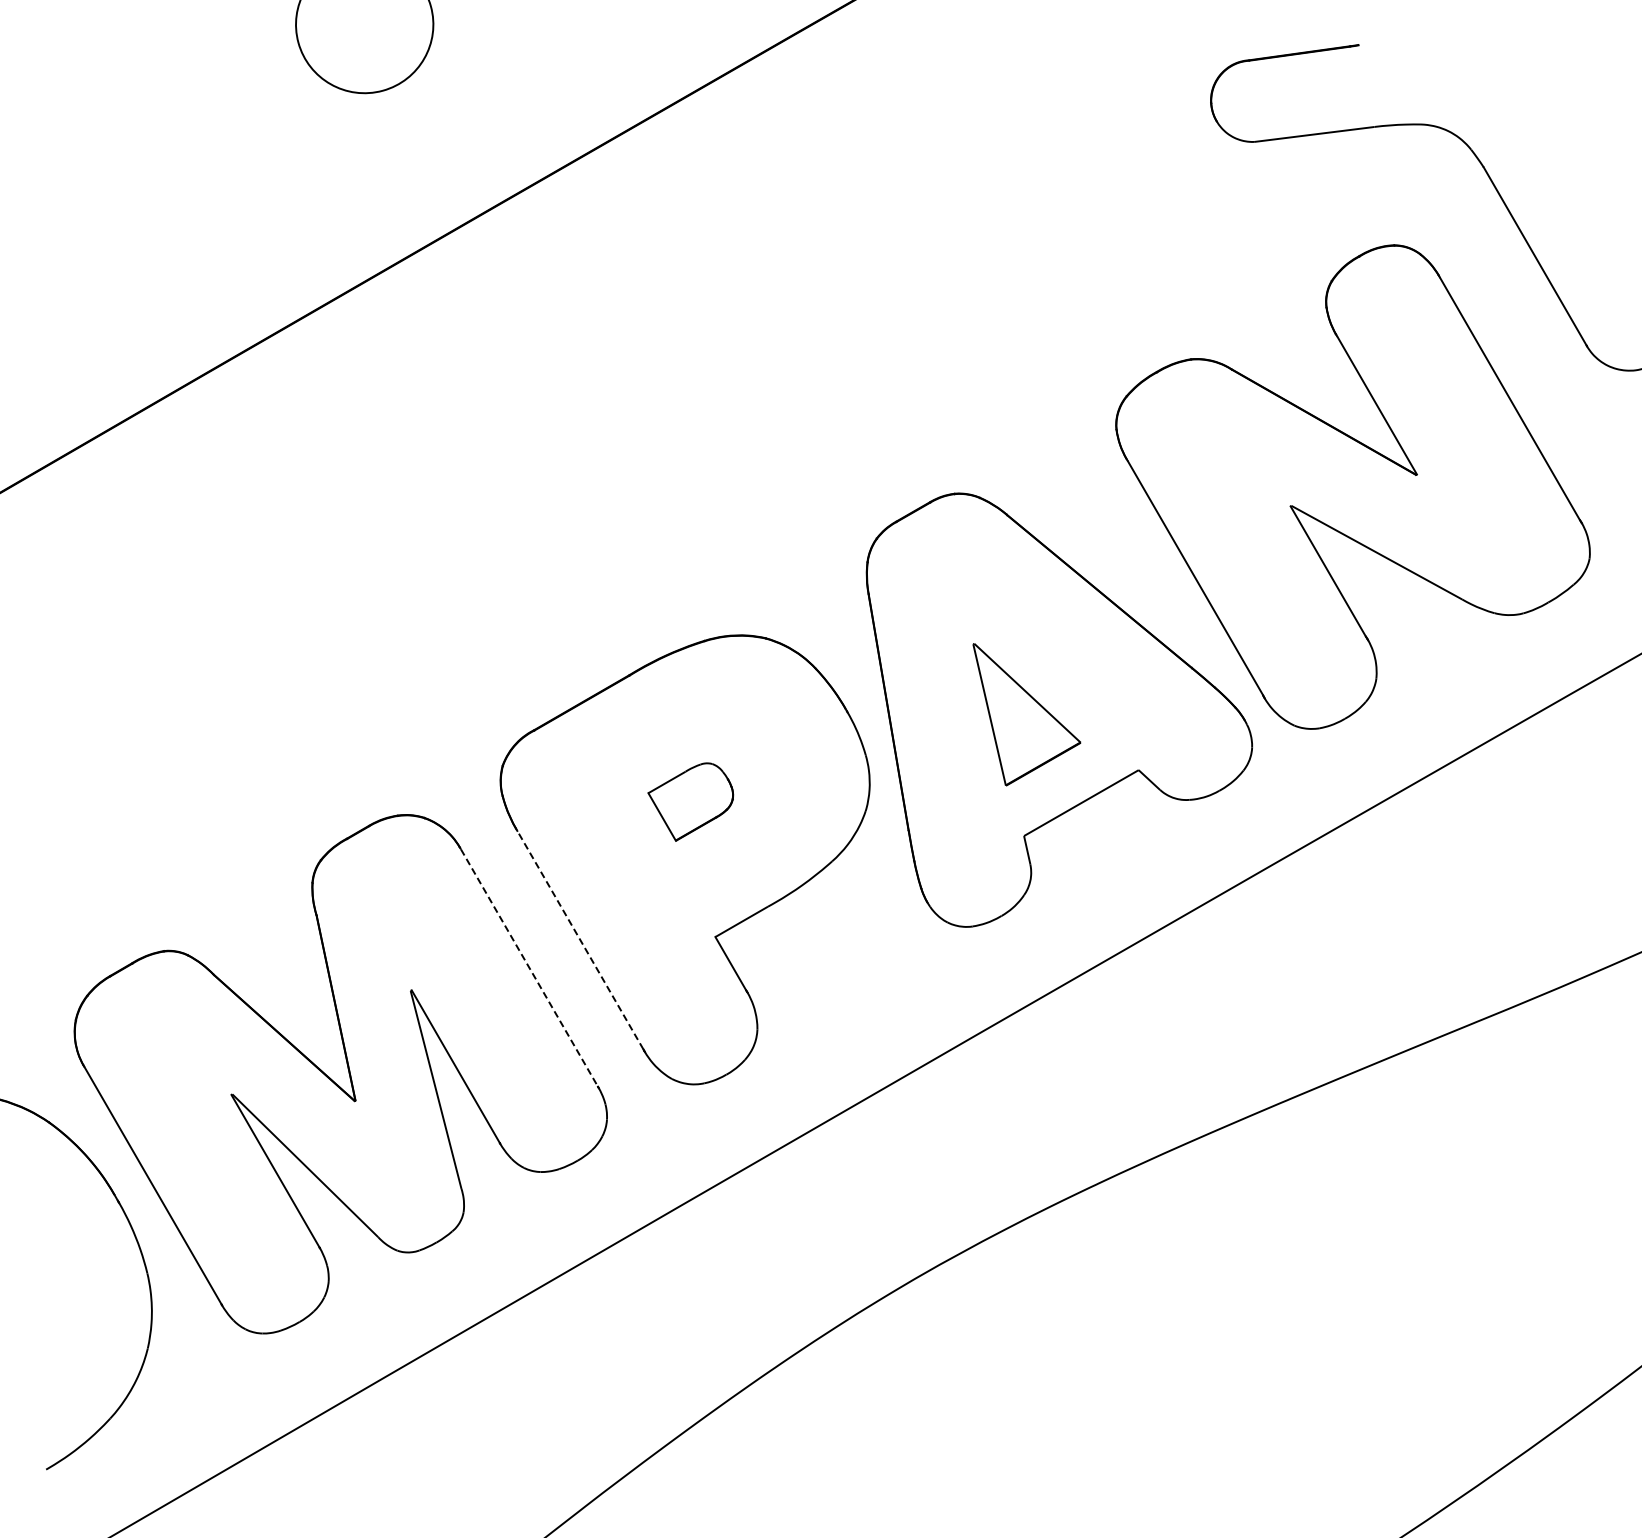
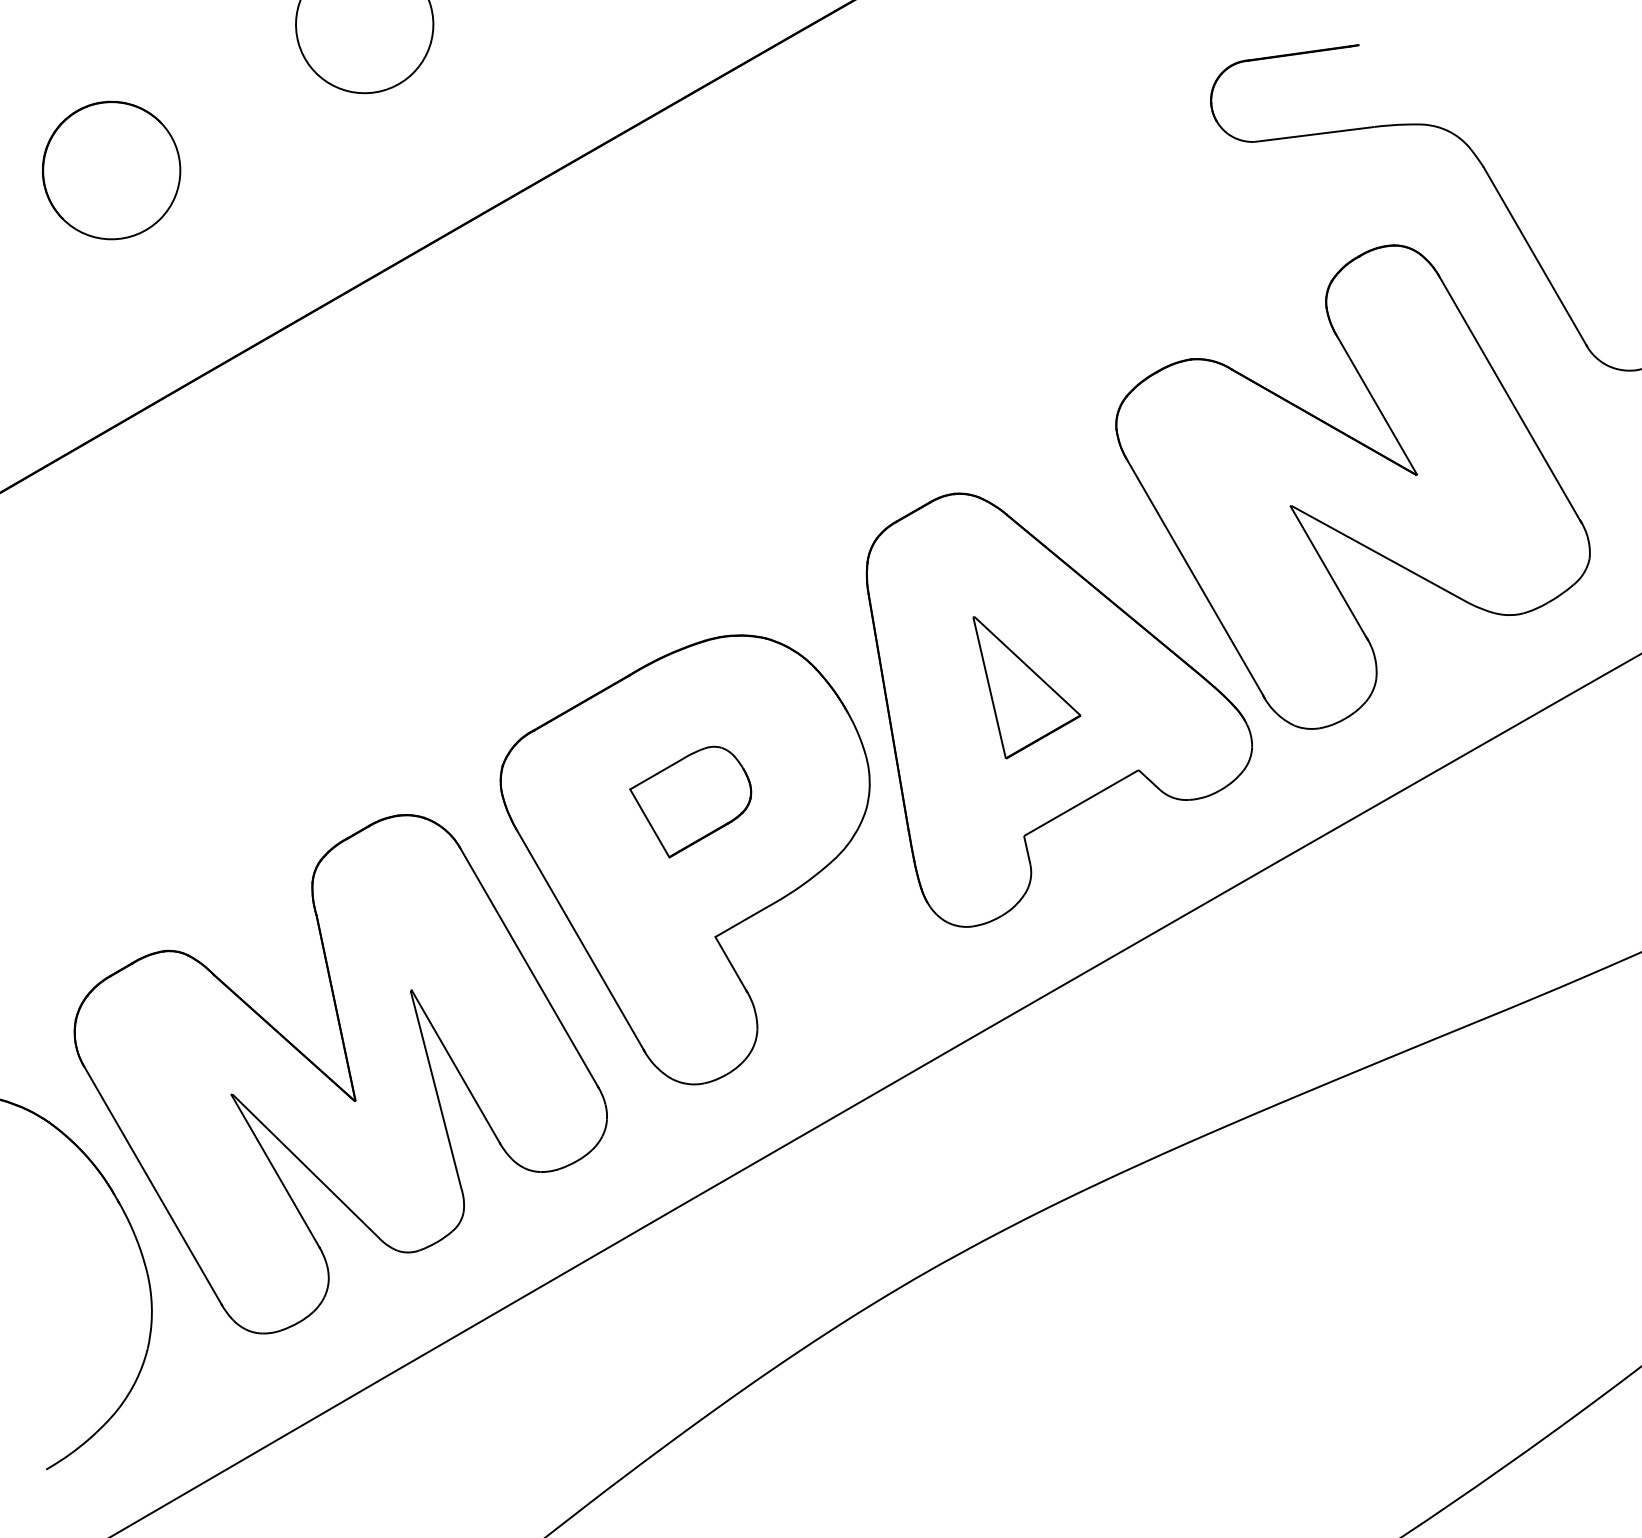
part at (111, 170): none -> present
part at (1026, 714) position: (1026, 714) -> (1026, 687)
part at (690, 801) size: 88x80 px -> 124x114 px
line at (580, 940): dashed -> solid
line at (529, 967): dashed -> solid
